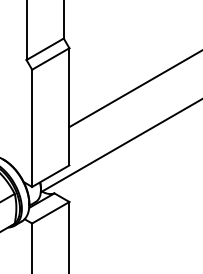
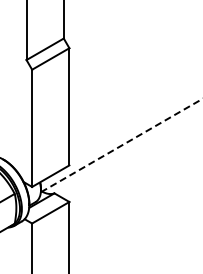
line at (134, 89): present -> none
line at (121, 145): solid -> dashed
